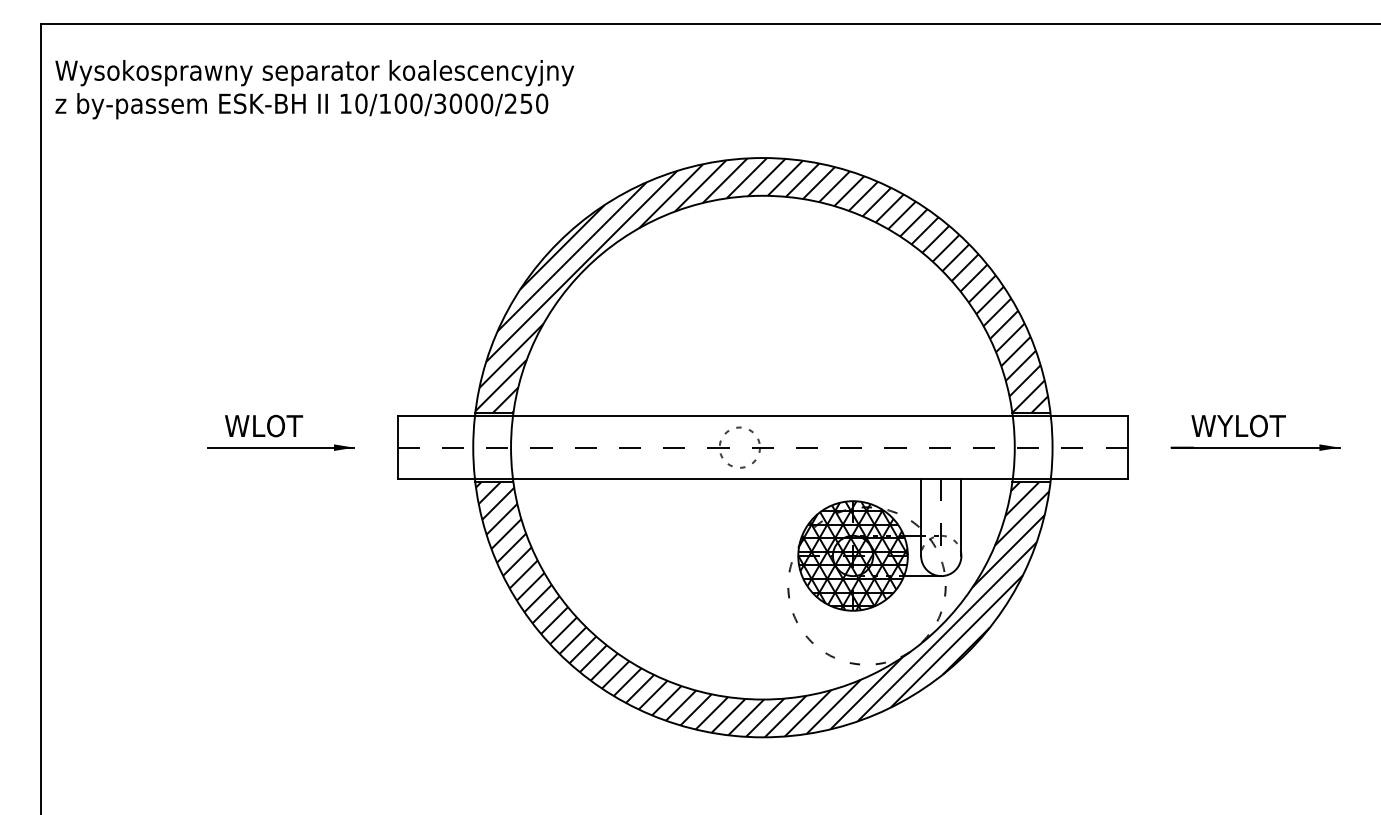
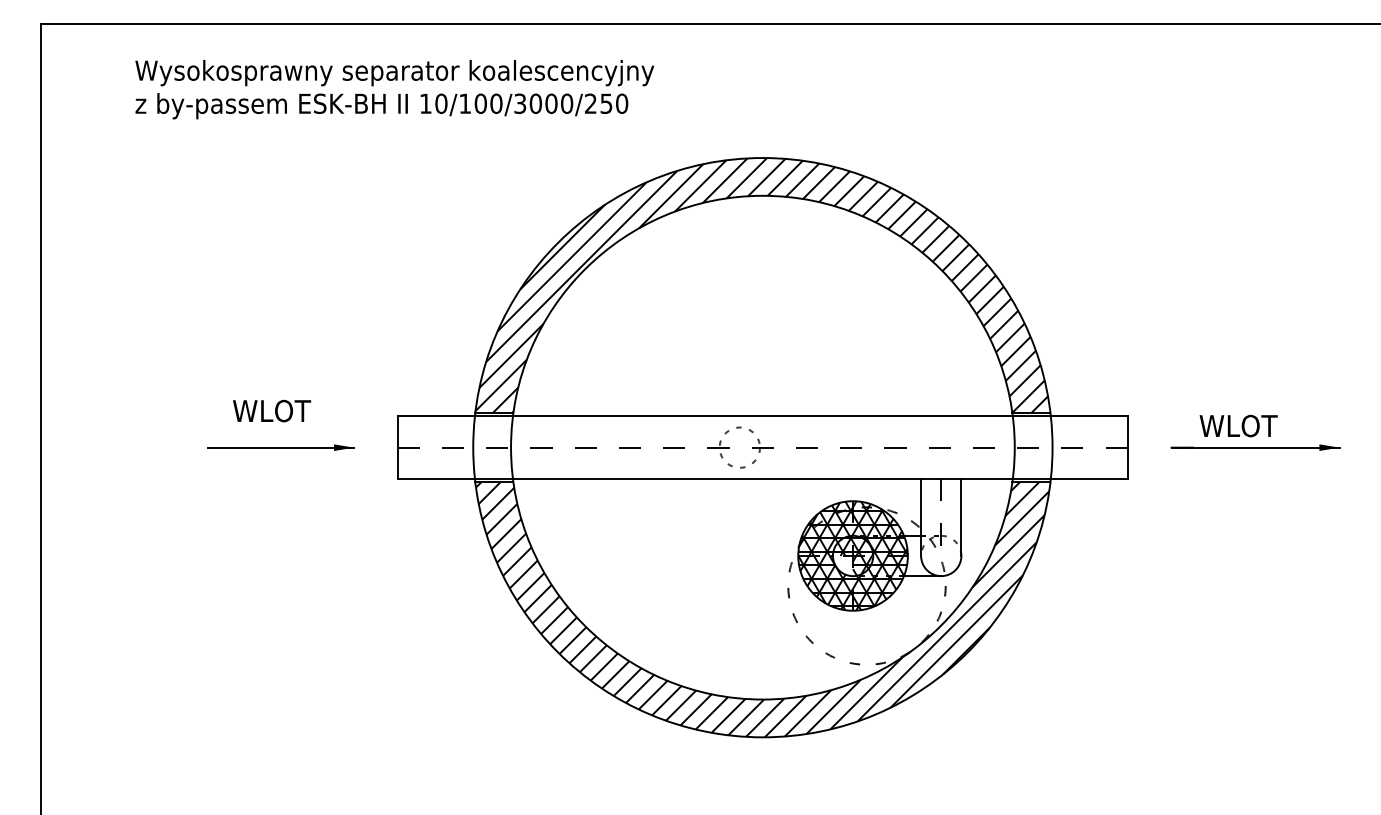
text at (314, 89) position: (314, 89) -> (394, 89)
text at (264, 425) position: (264, 425) -> (272, 410)
text at (1238, 425): WYLOT -> WLOT
hatch at (844, 564): present -> none
